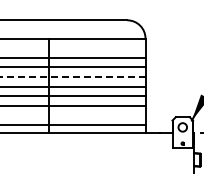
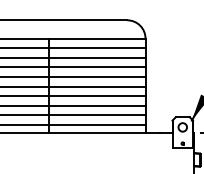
line at (73, 48): none -> present
line at (72, 76): dashed -> solid
line at (73, 115): none -> present
